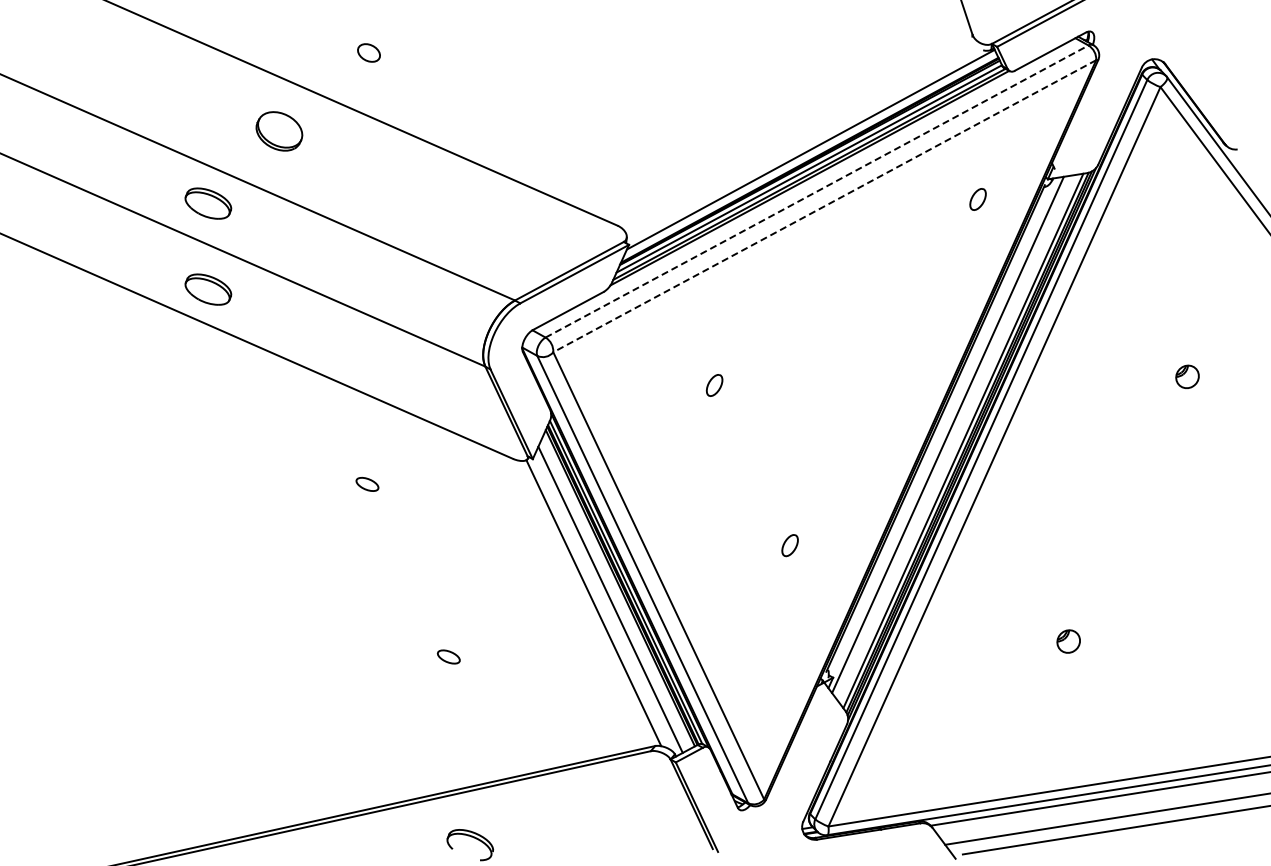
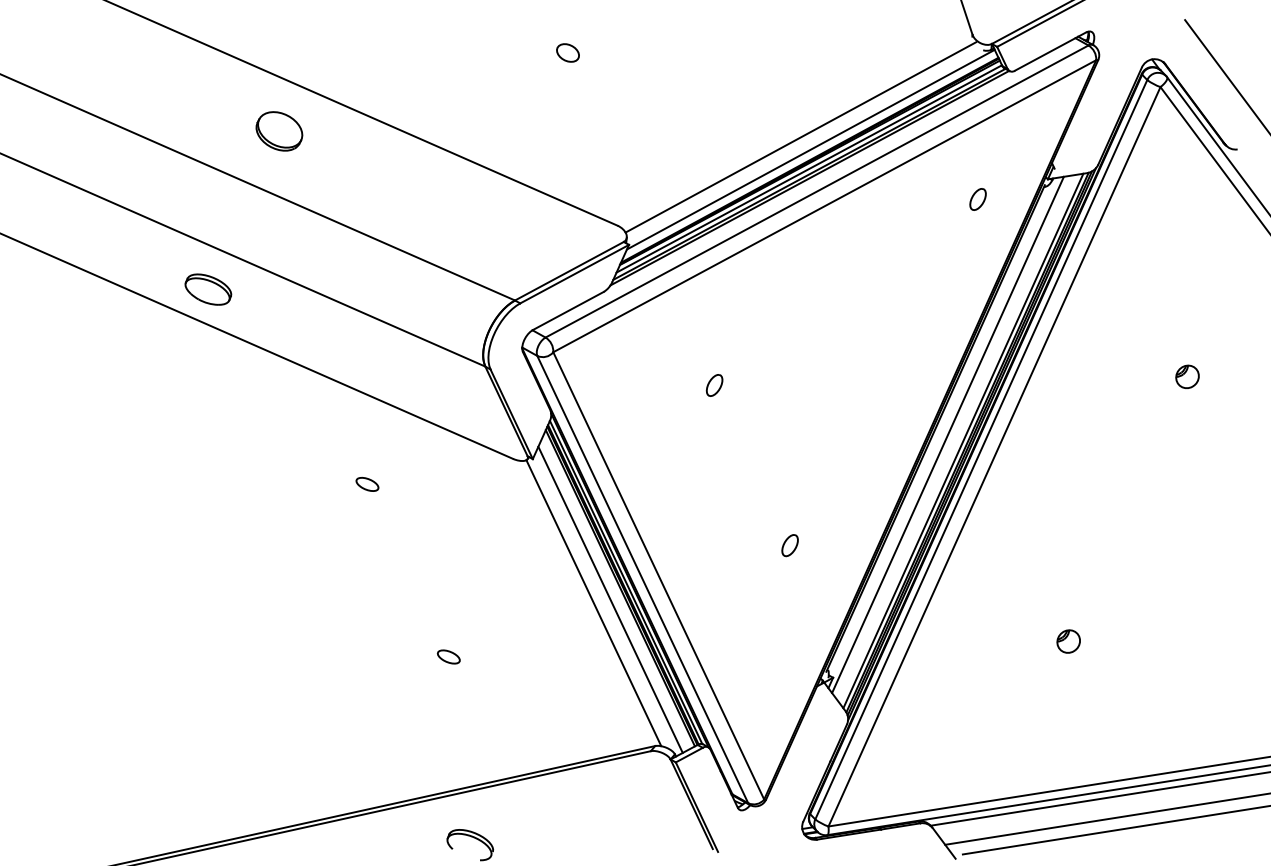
part at (368, 52) position: (368, 52) -> (567, 52)
line at (1226, 75): none -> present
line at (800, 137): none -> present
line at (817, 191): dashed -> solid
part at (208, 203): present -> none
line at (824, 206): dashed -> solid
